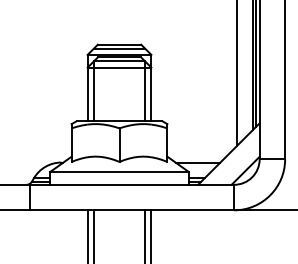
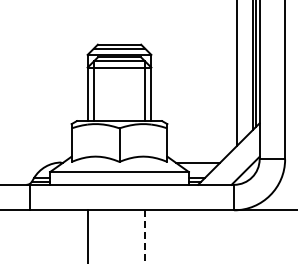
line at (94, 235): present -> none
line at (151, 235): present -> none
line at (145, 237): solid -> dashed
